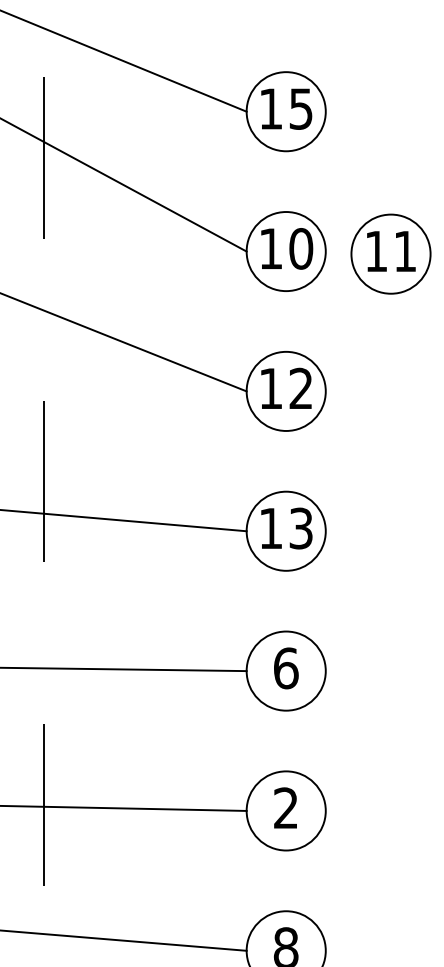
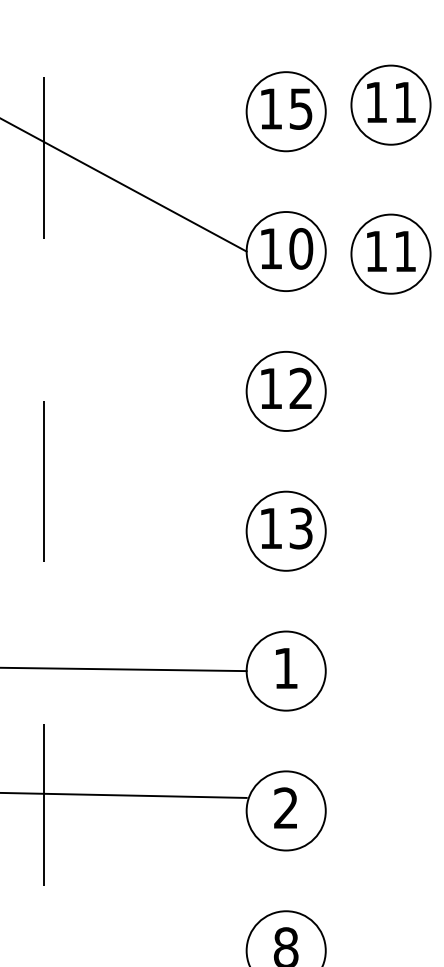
line at (124, 61): present -> none
part at (390, 104): none -> present
line at (124, 342): present -> none
line at (124, 520): present -> none
text at (286, 668): 6 -> 1
line at (124, 807) position: (124, 807) -> (124, 794)
line at (124, 940): present -> none
